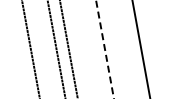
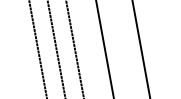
line at (30, 48) position: (30, 48) -> (37, 48)
line at (68, 48) position: (68, 48) -> (74, 48)
line at (104, 49): dashed -> solid
